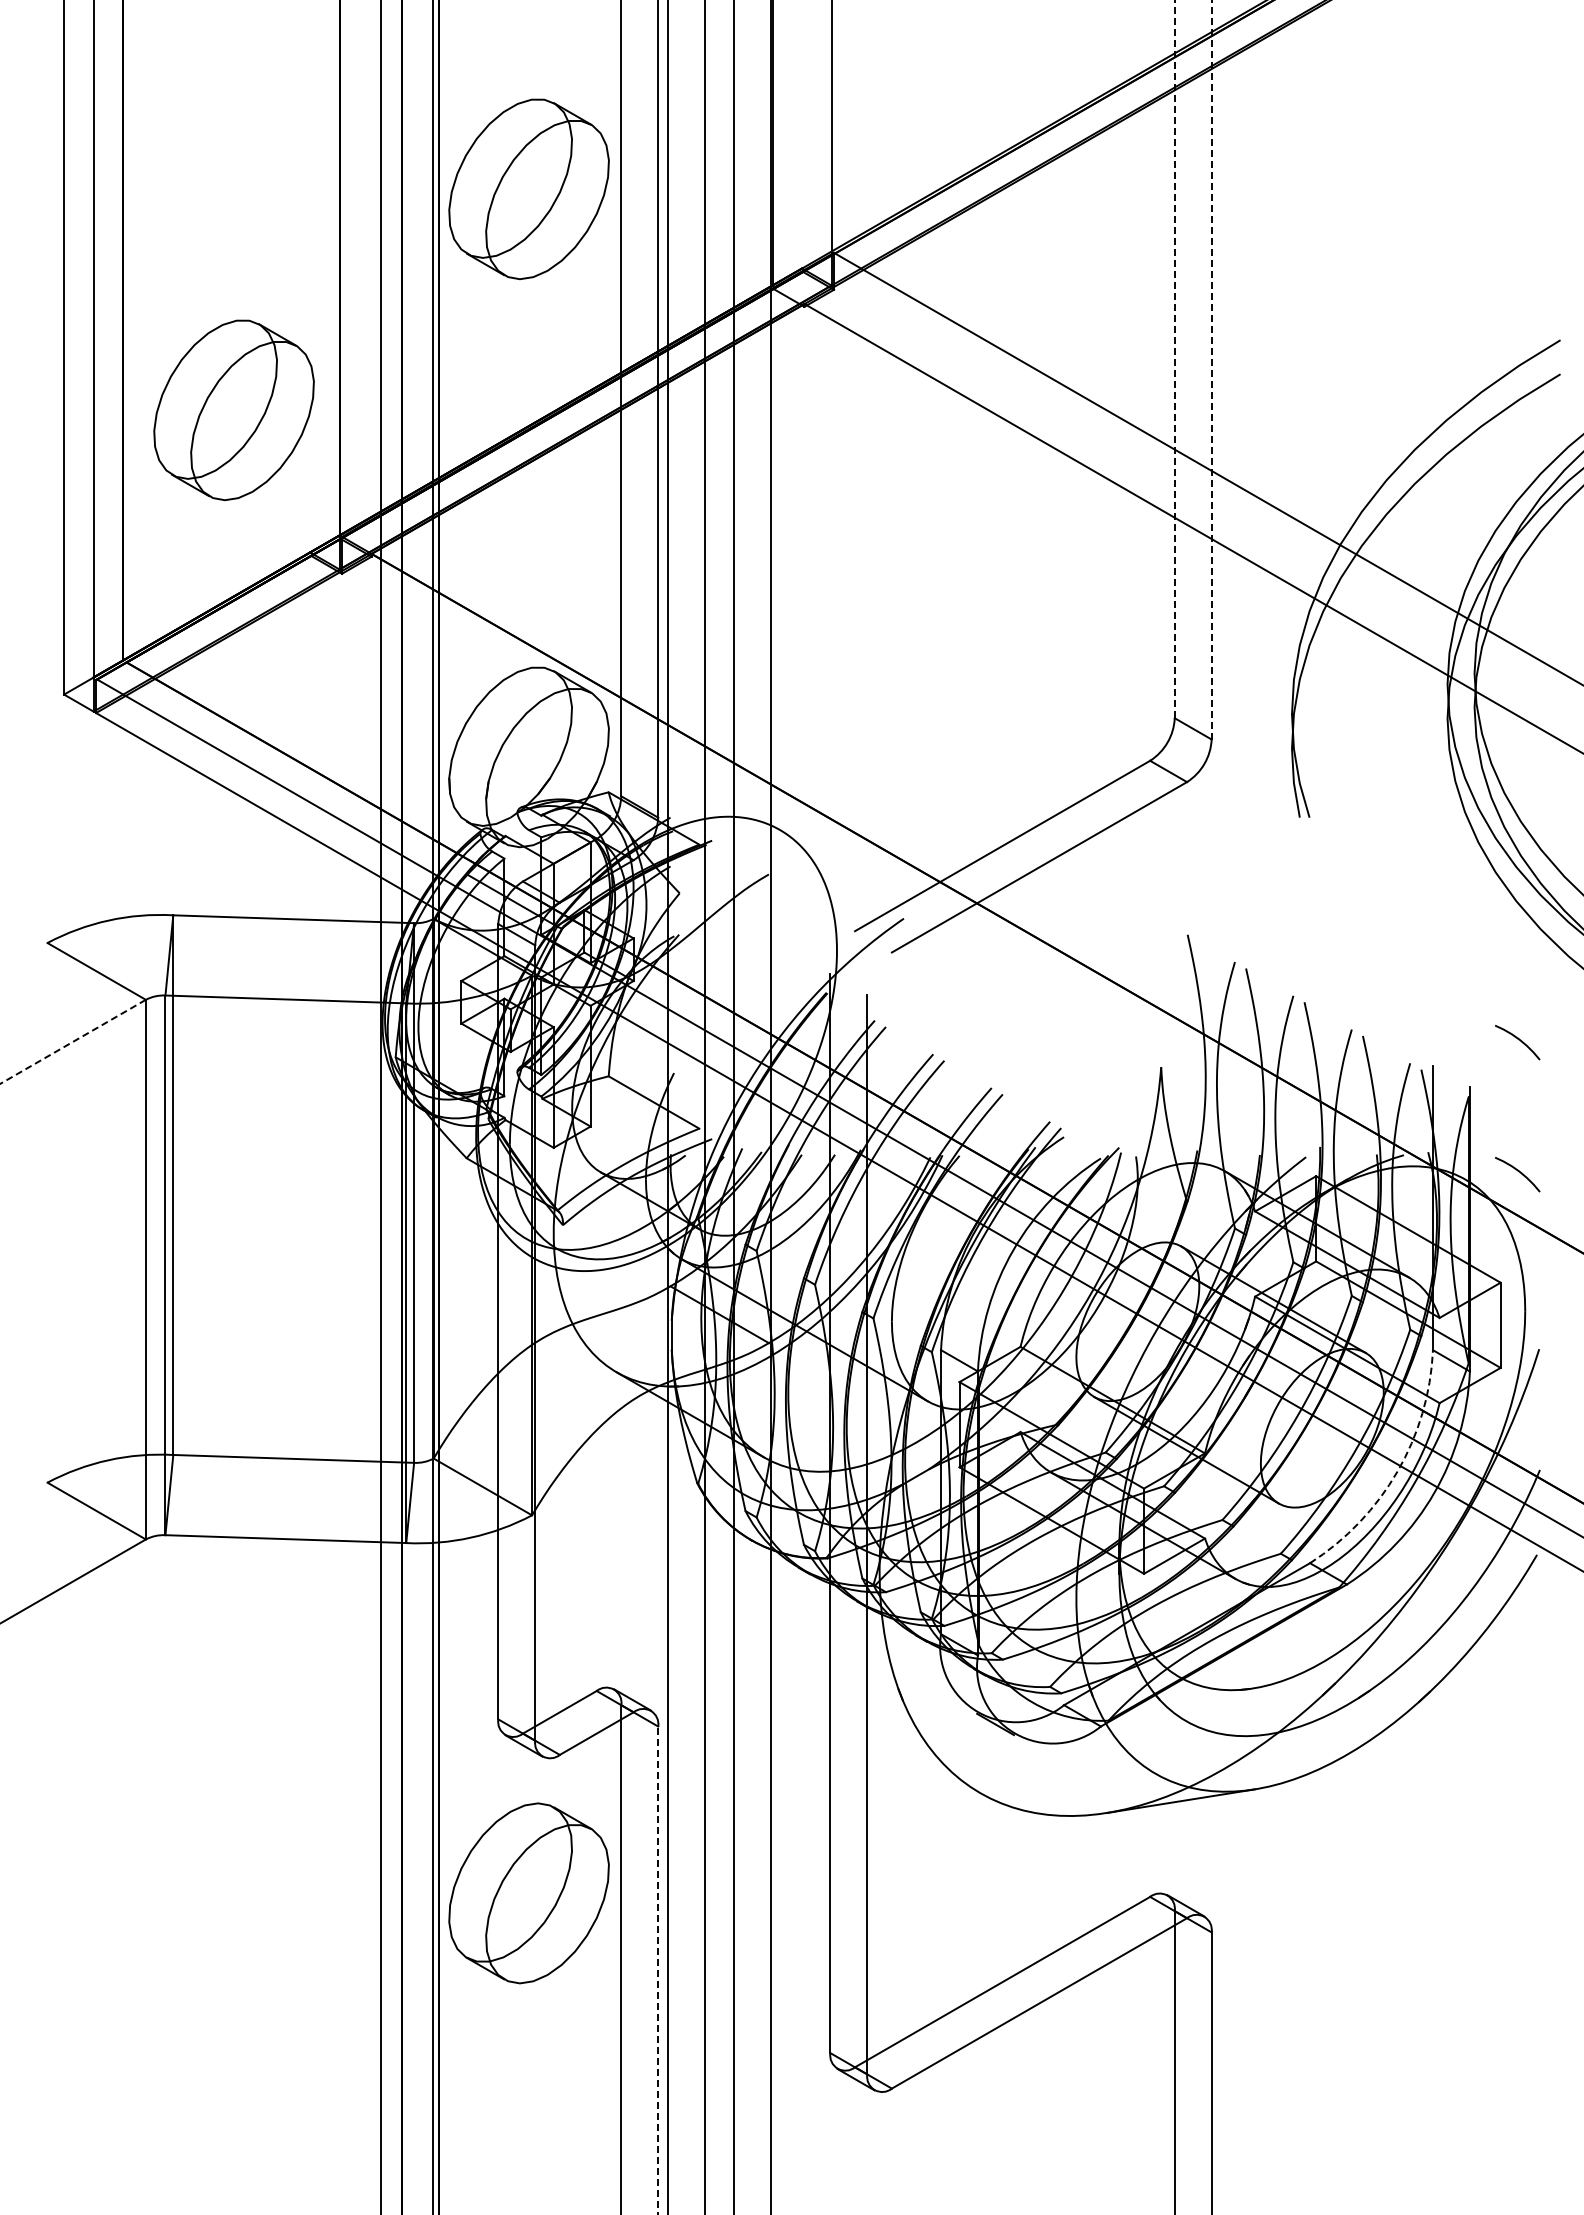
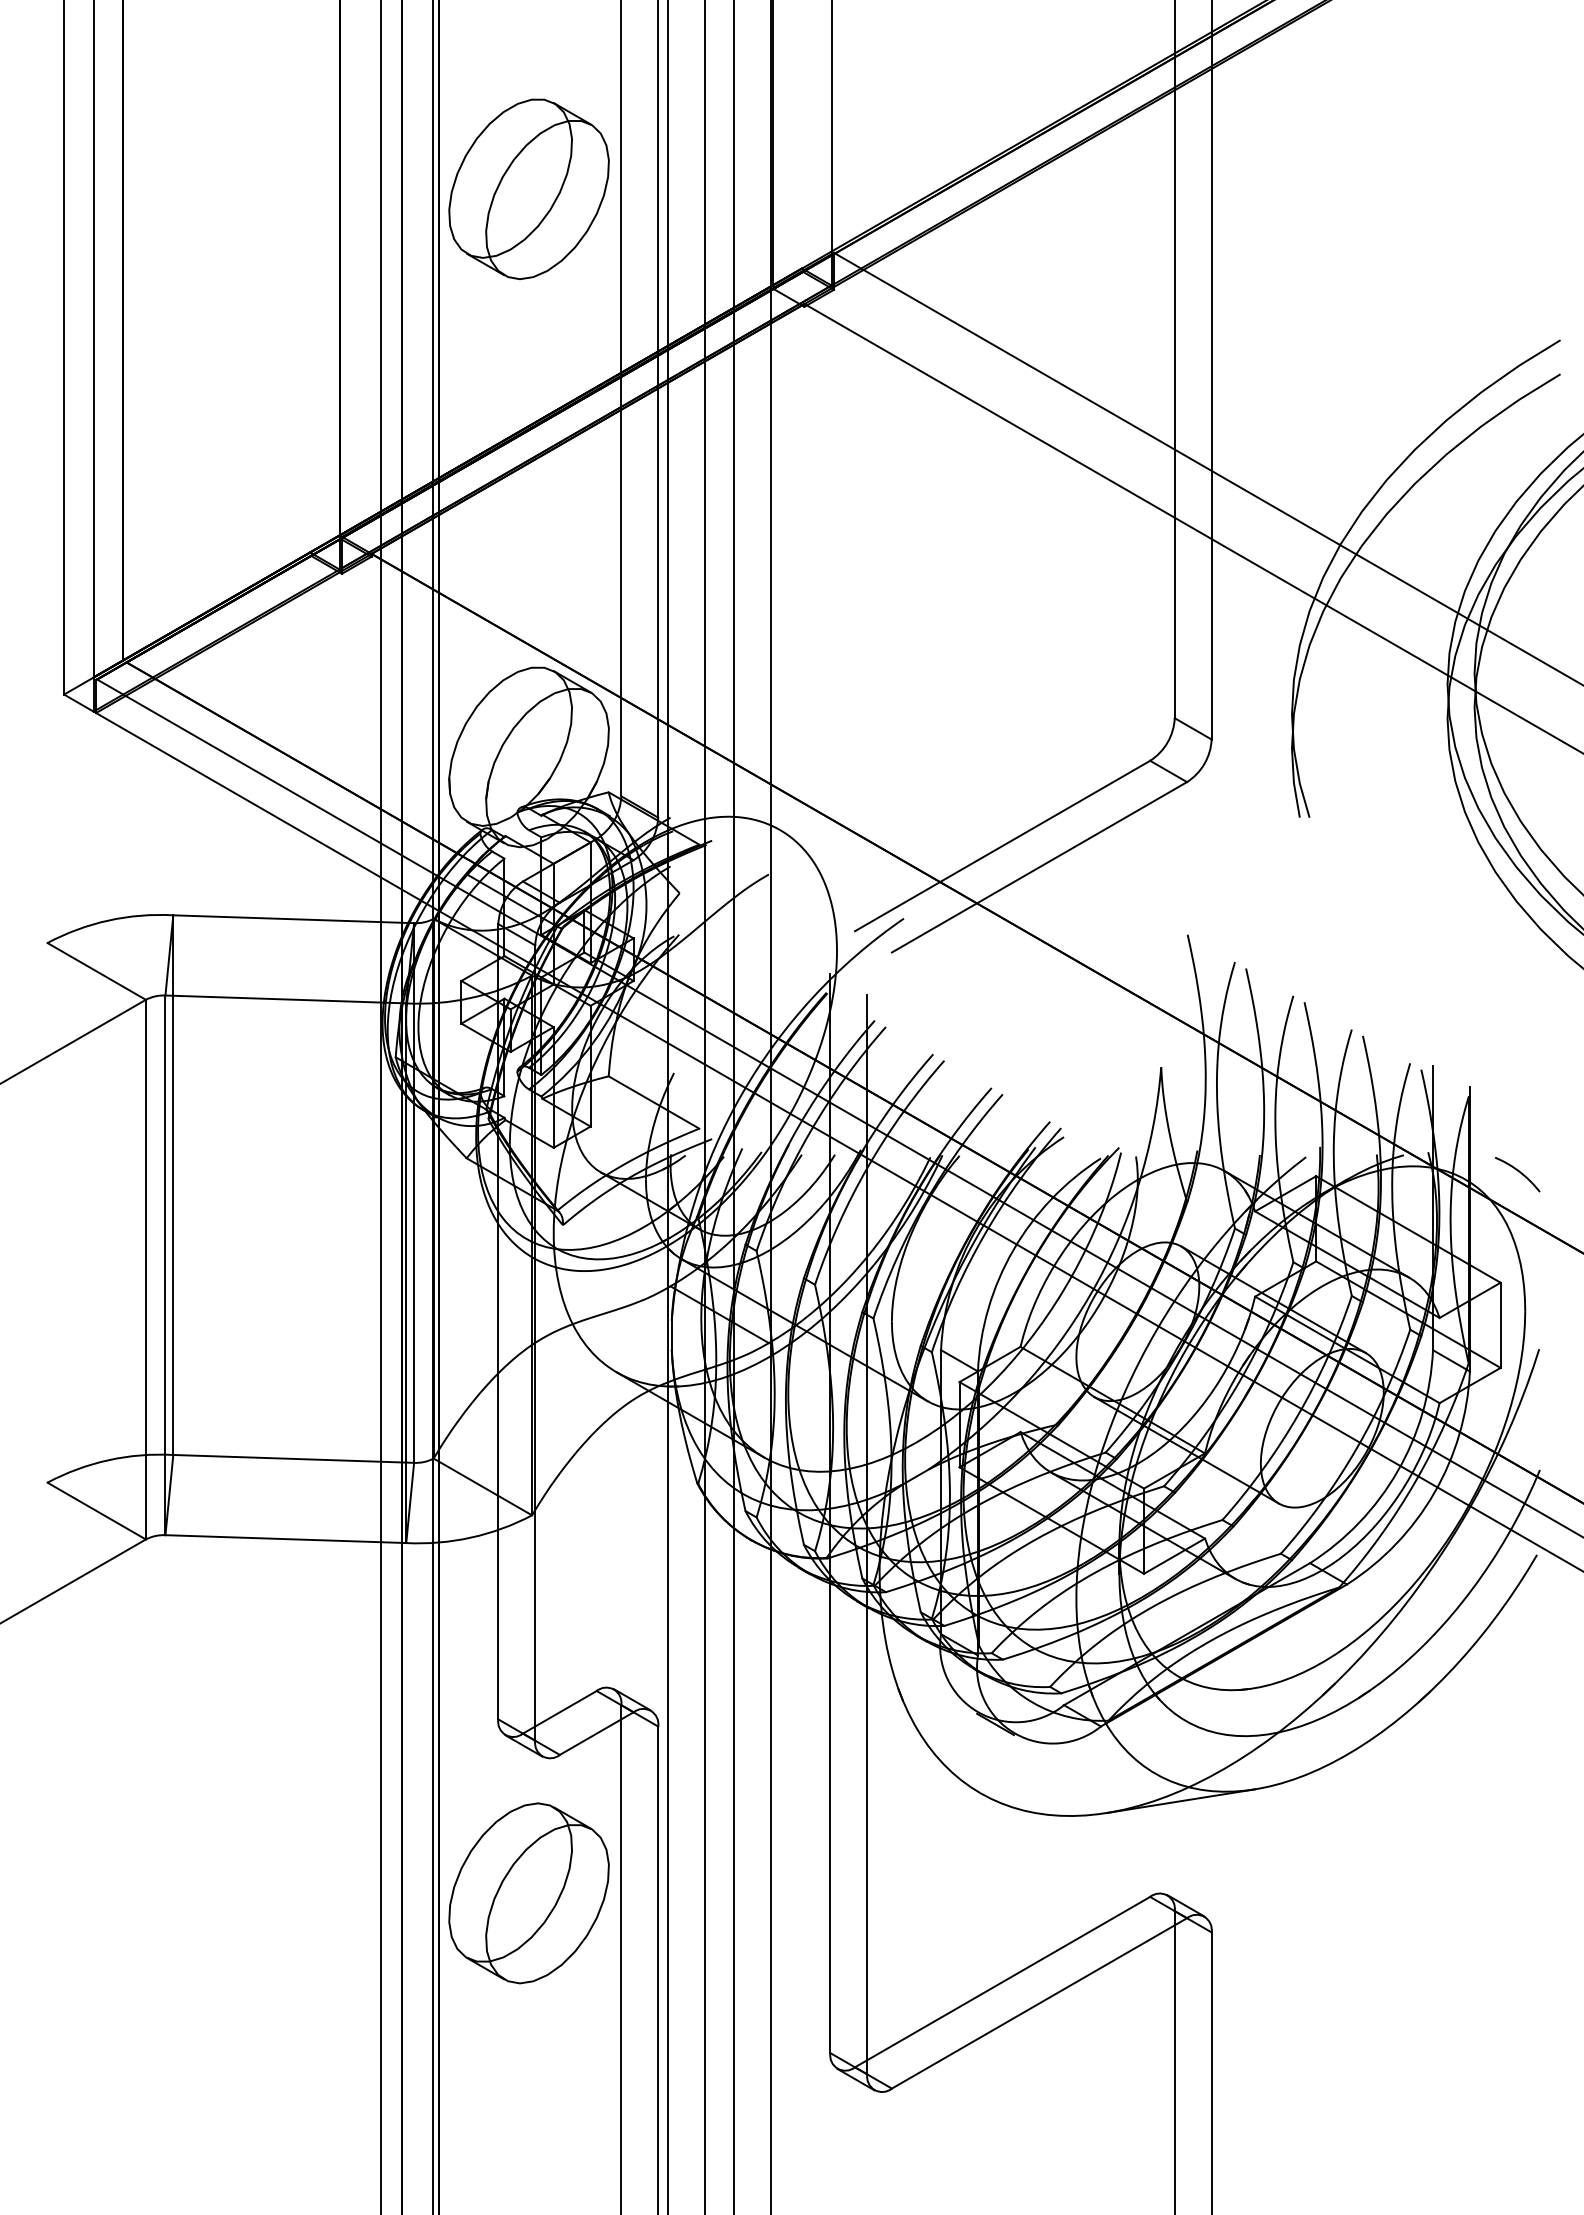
line at (1174, 359): dashed -> solid
line at (1211, 369): dashed -> solid
part at (233, 410): present -> none
curve at (1518, 1040): present -> none
line at (73, 1041): dashed -> solid
arc at (1397, 1471): dashed -> solid
line at (658, 1970): dashed -> solid
